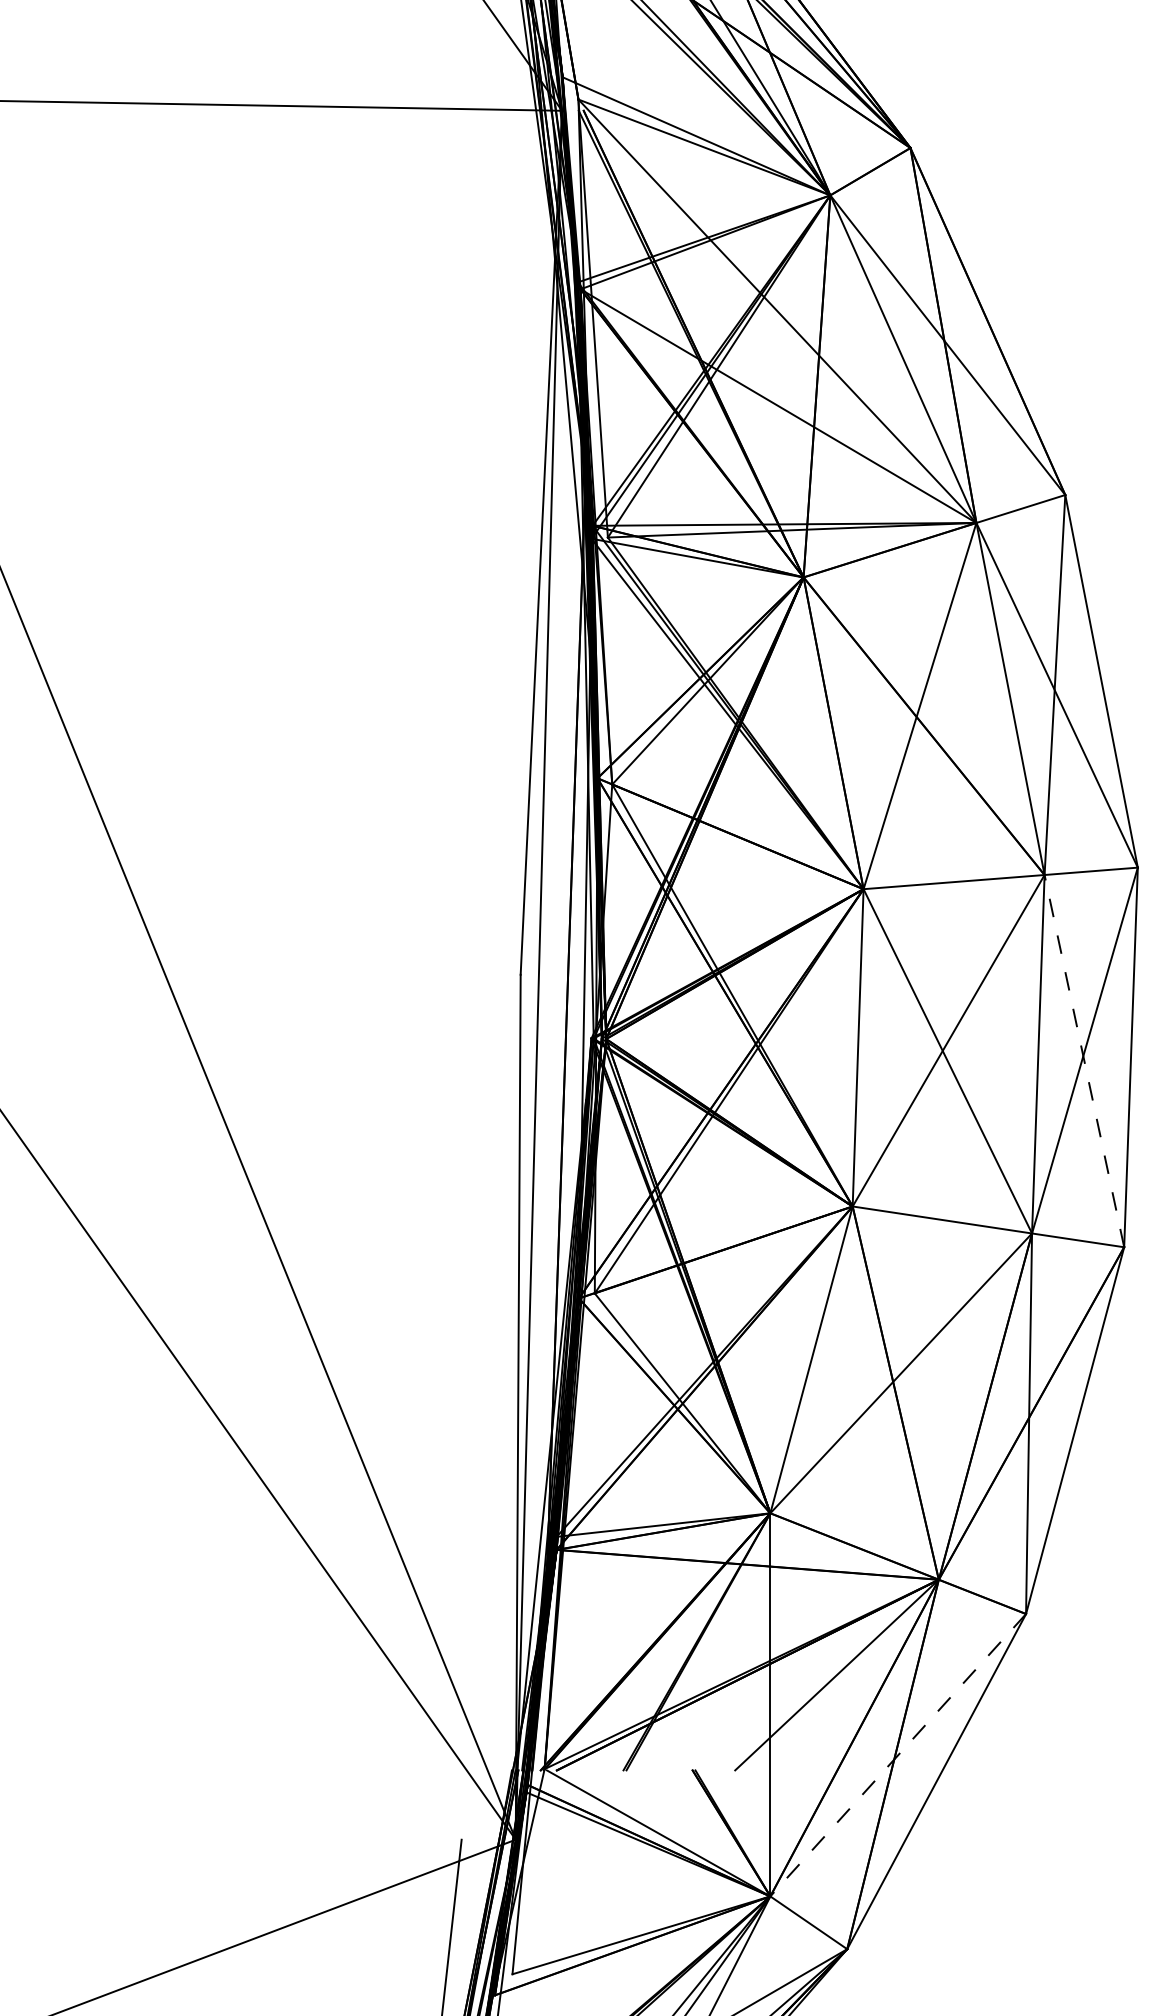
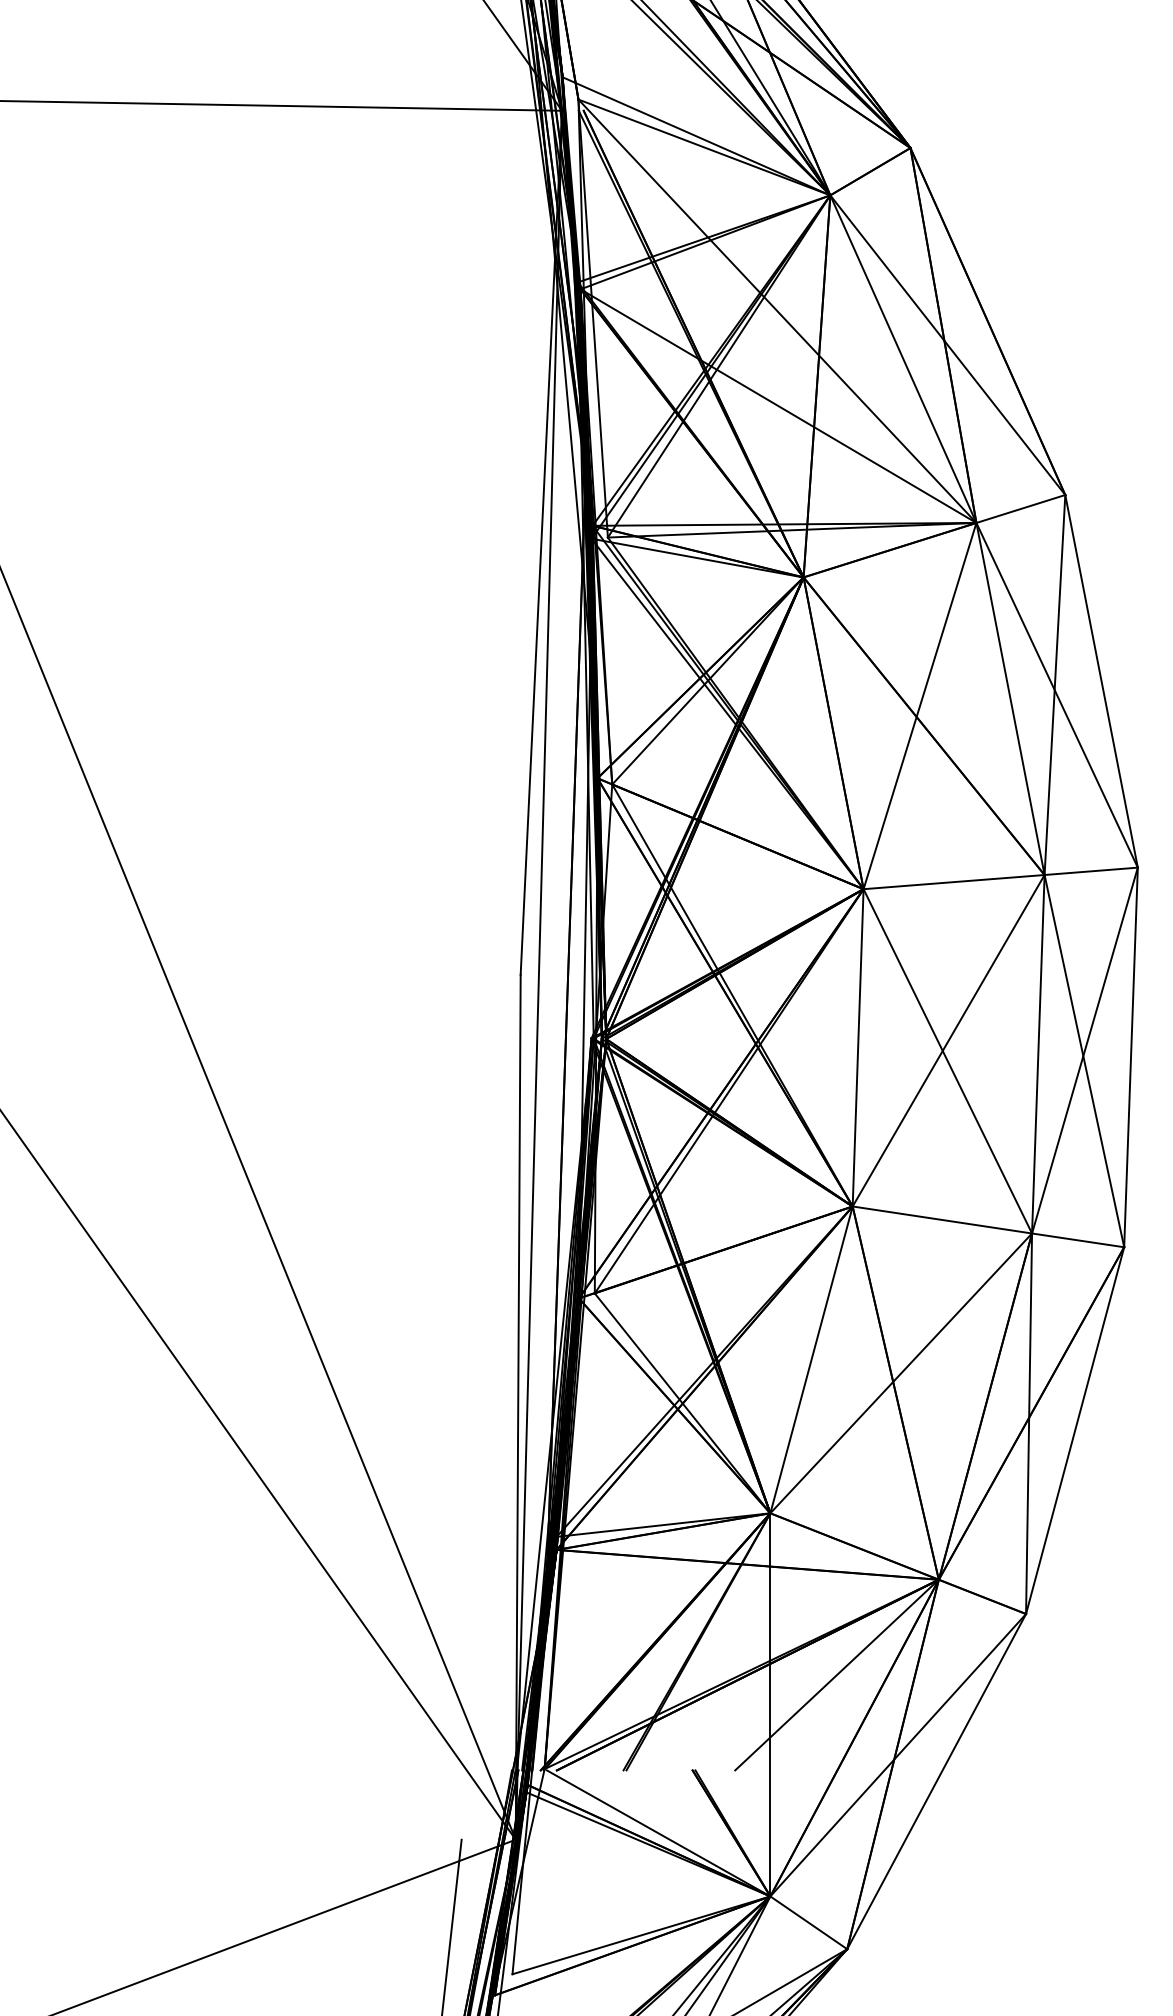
line at (1084, 1060): dashed -> solid
line at (897, 1755): dashed -> solid
